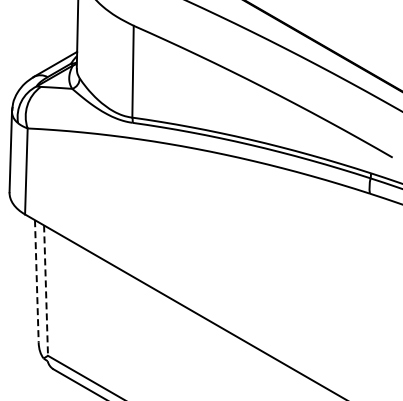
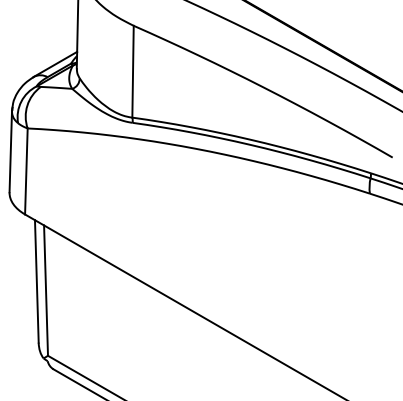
line at (36, 281): dashed -> solid
line at (46, 291): dashed -> solid
